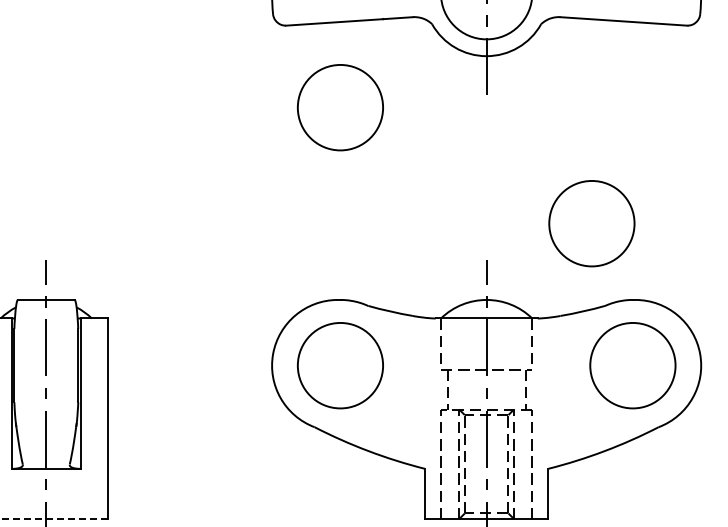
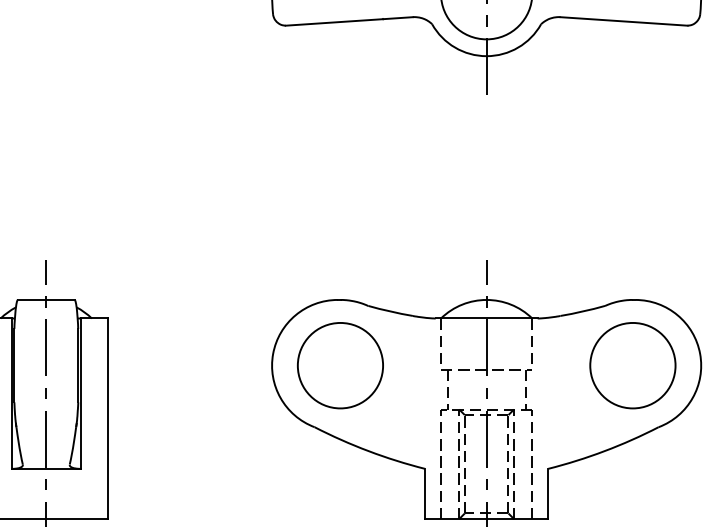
part at (340, 107): present -> none
part at (591, 223): present -> none
line at (54, 519): dashed -> solid
